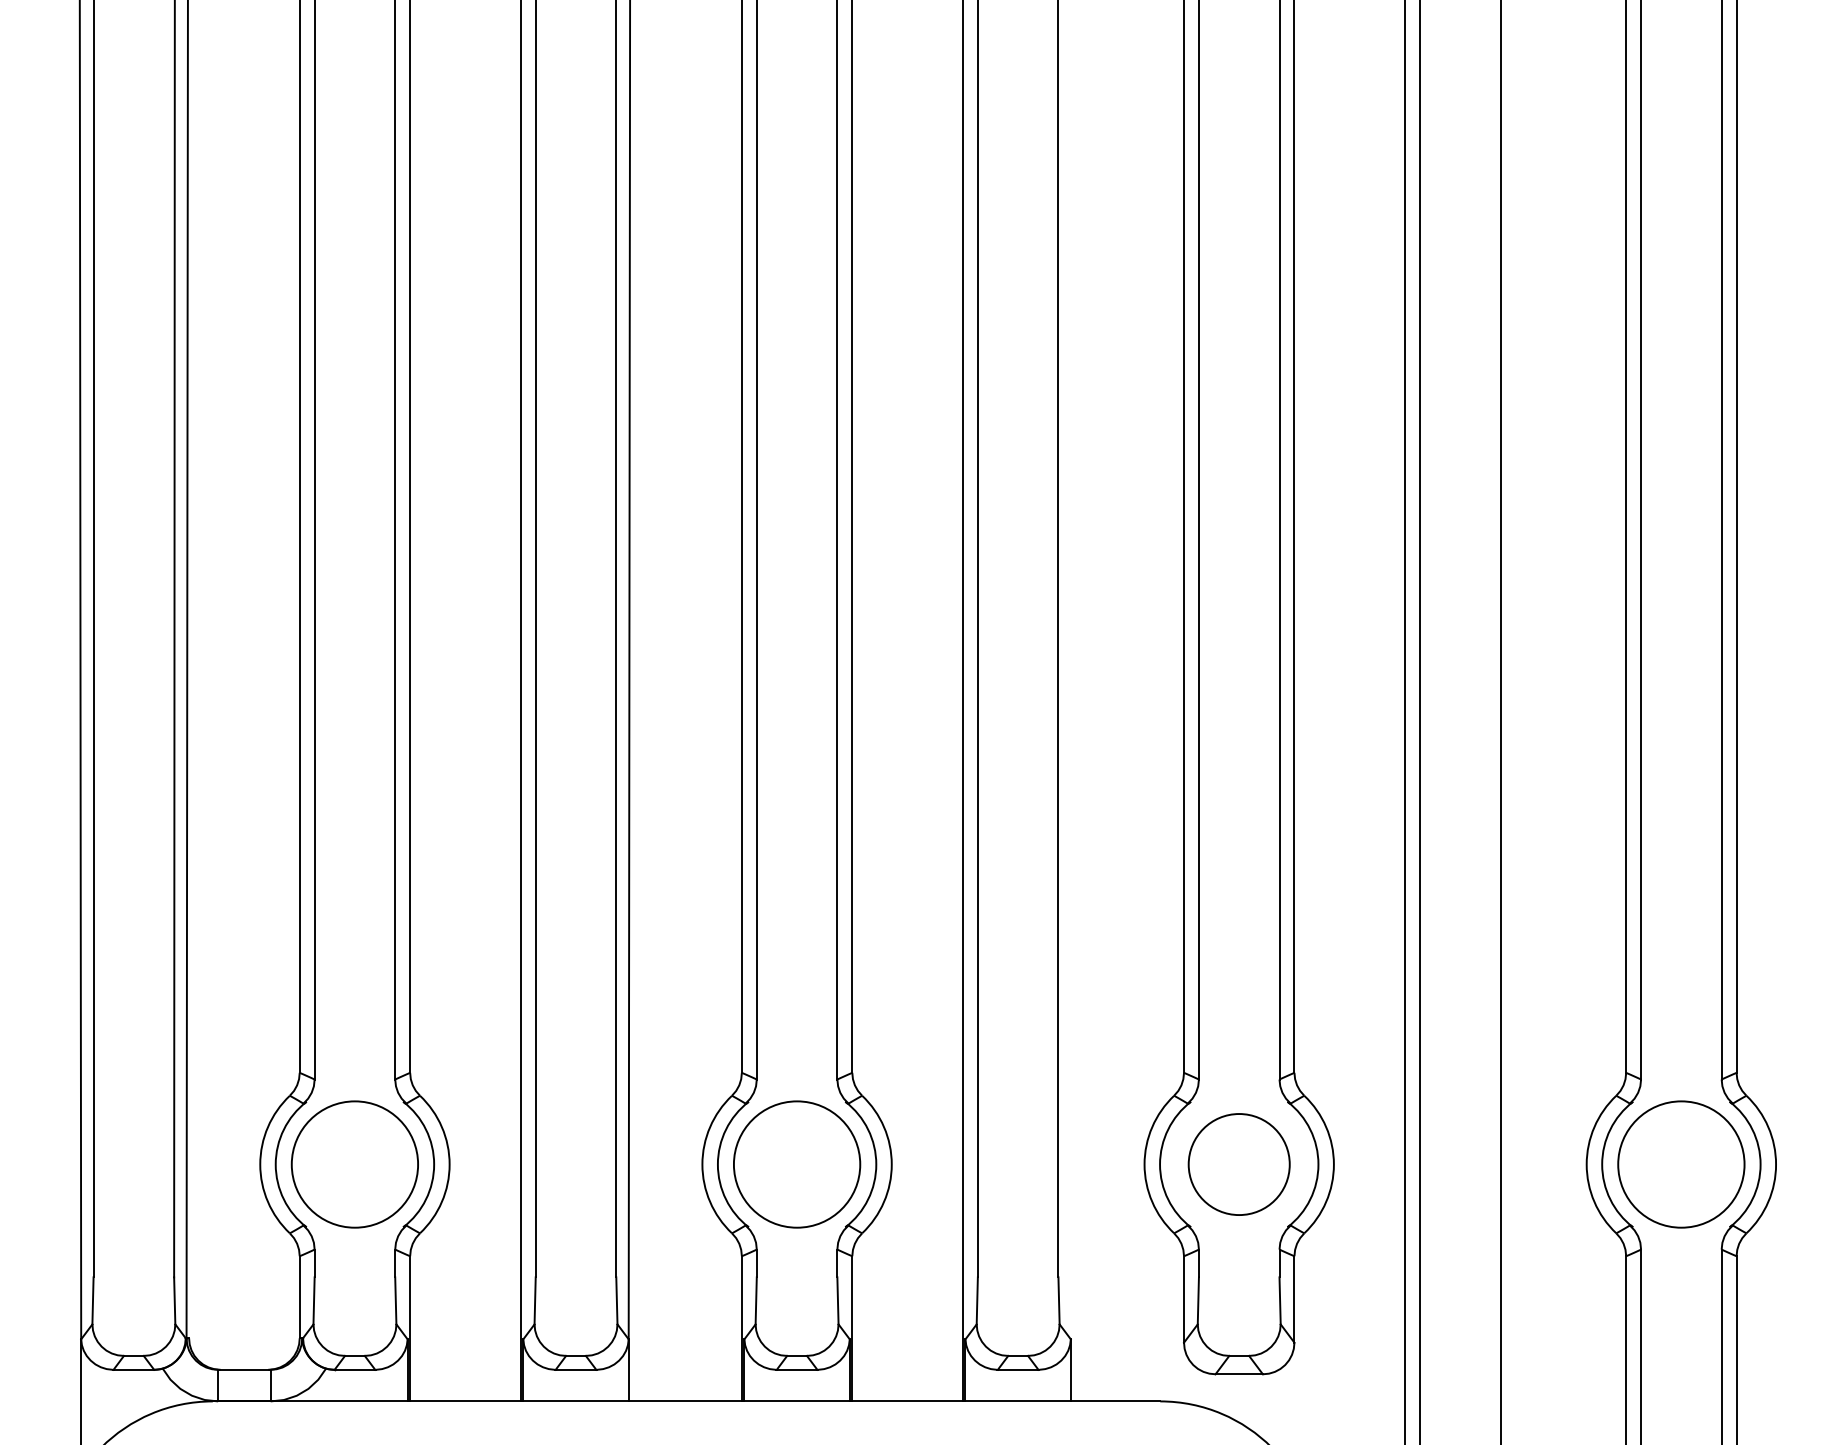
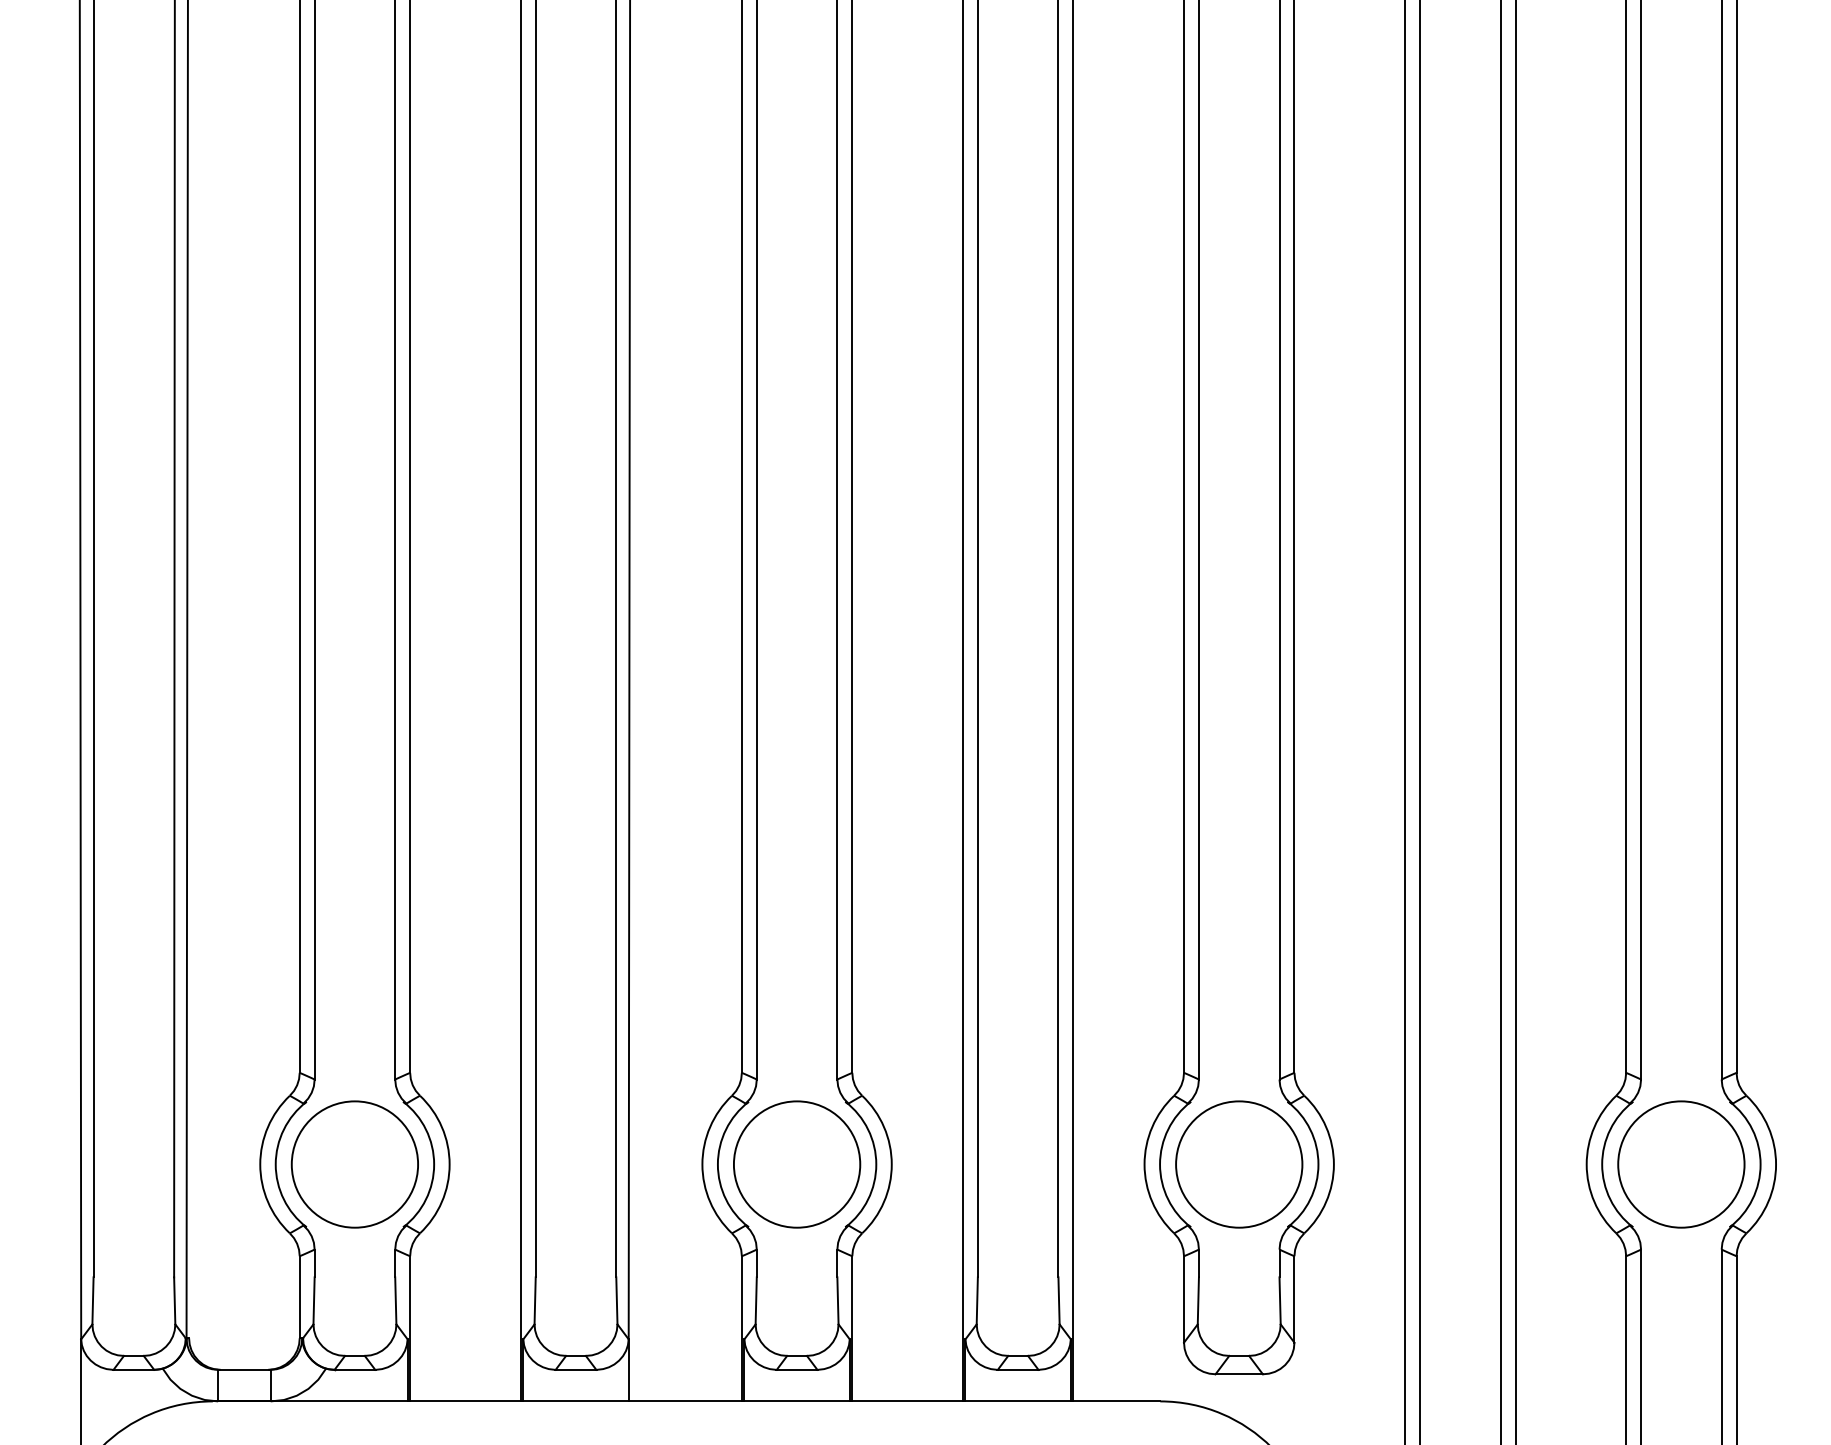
line at (1073, 701): none -> present
line at (1515, 721): none -> present
circle at (1238, 1164) diameter: 101 px -> 126 px
